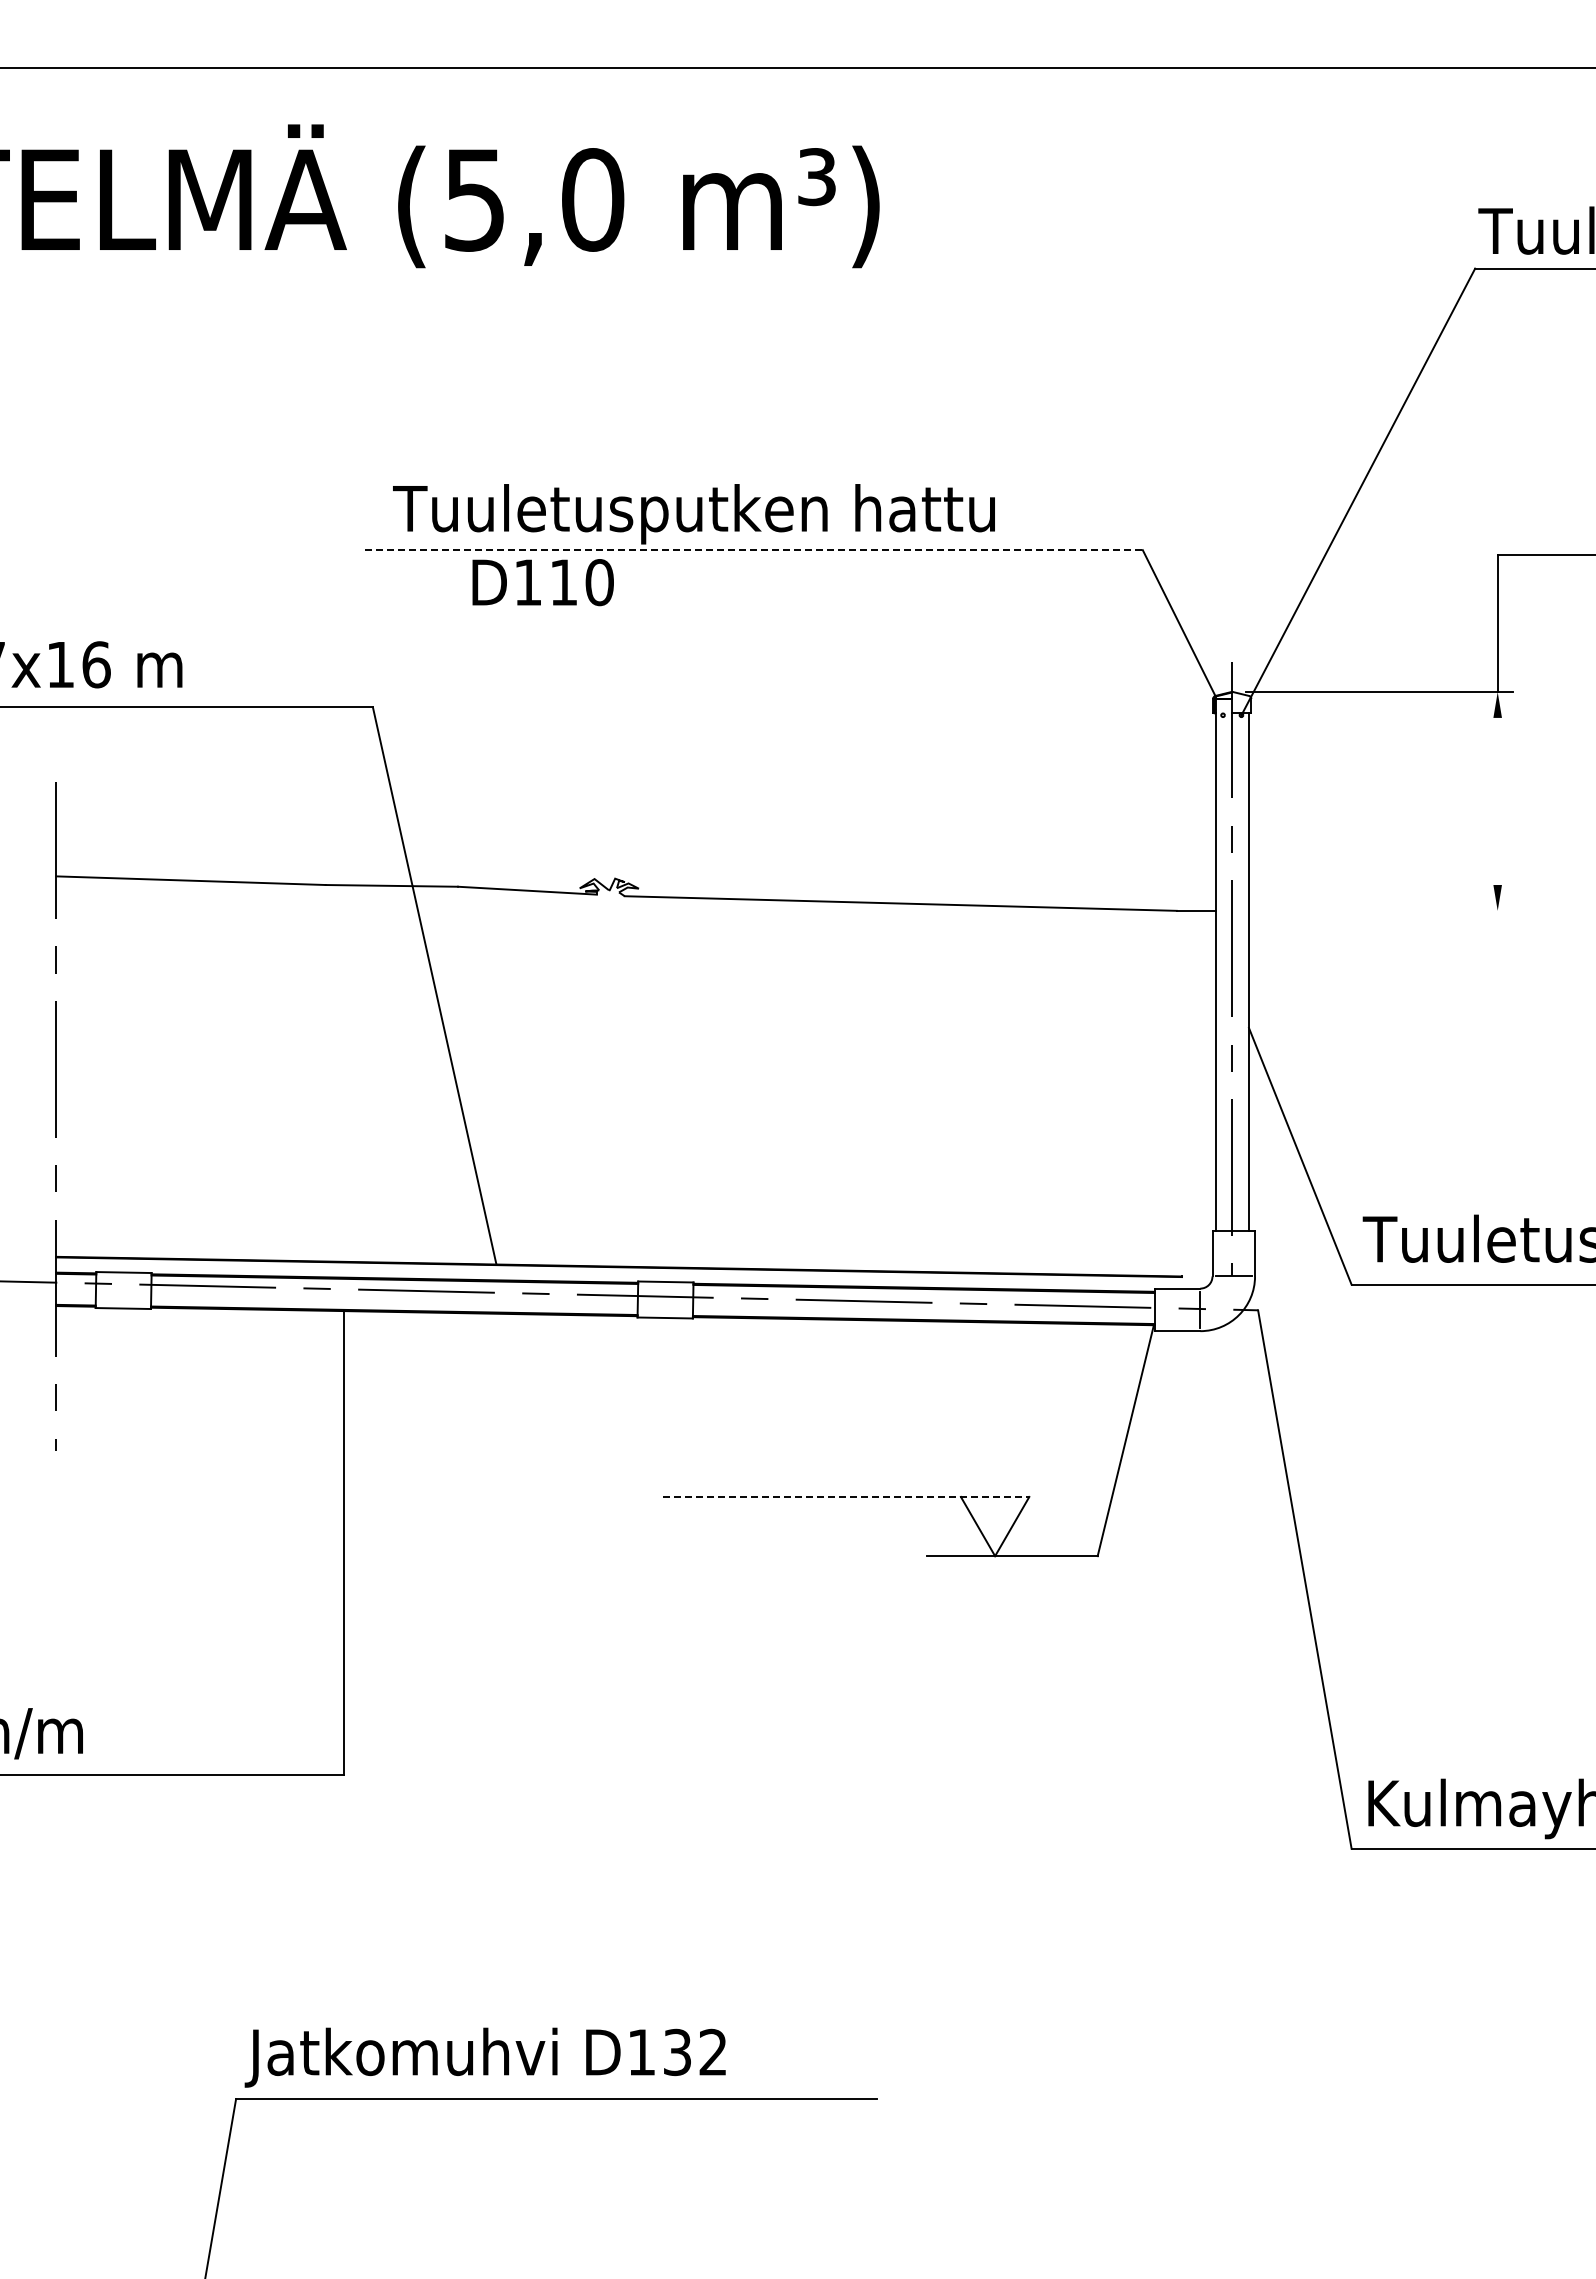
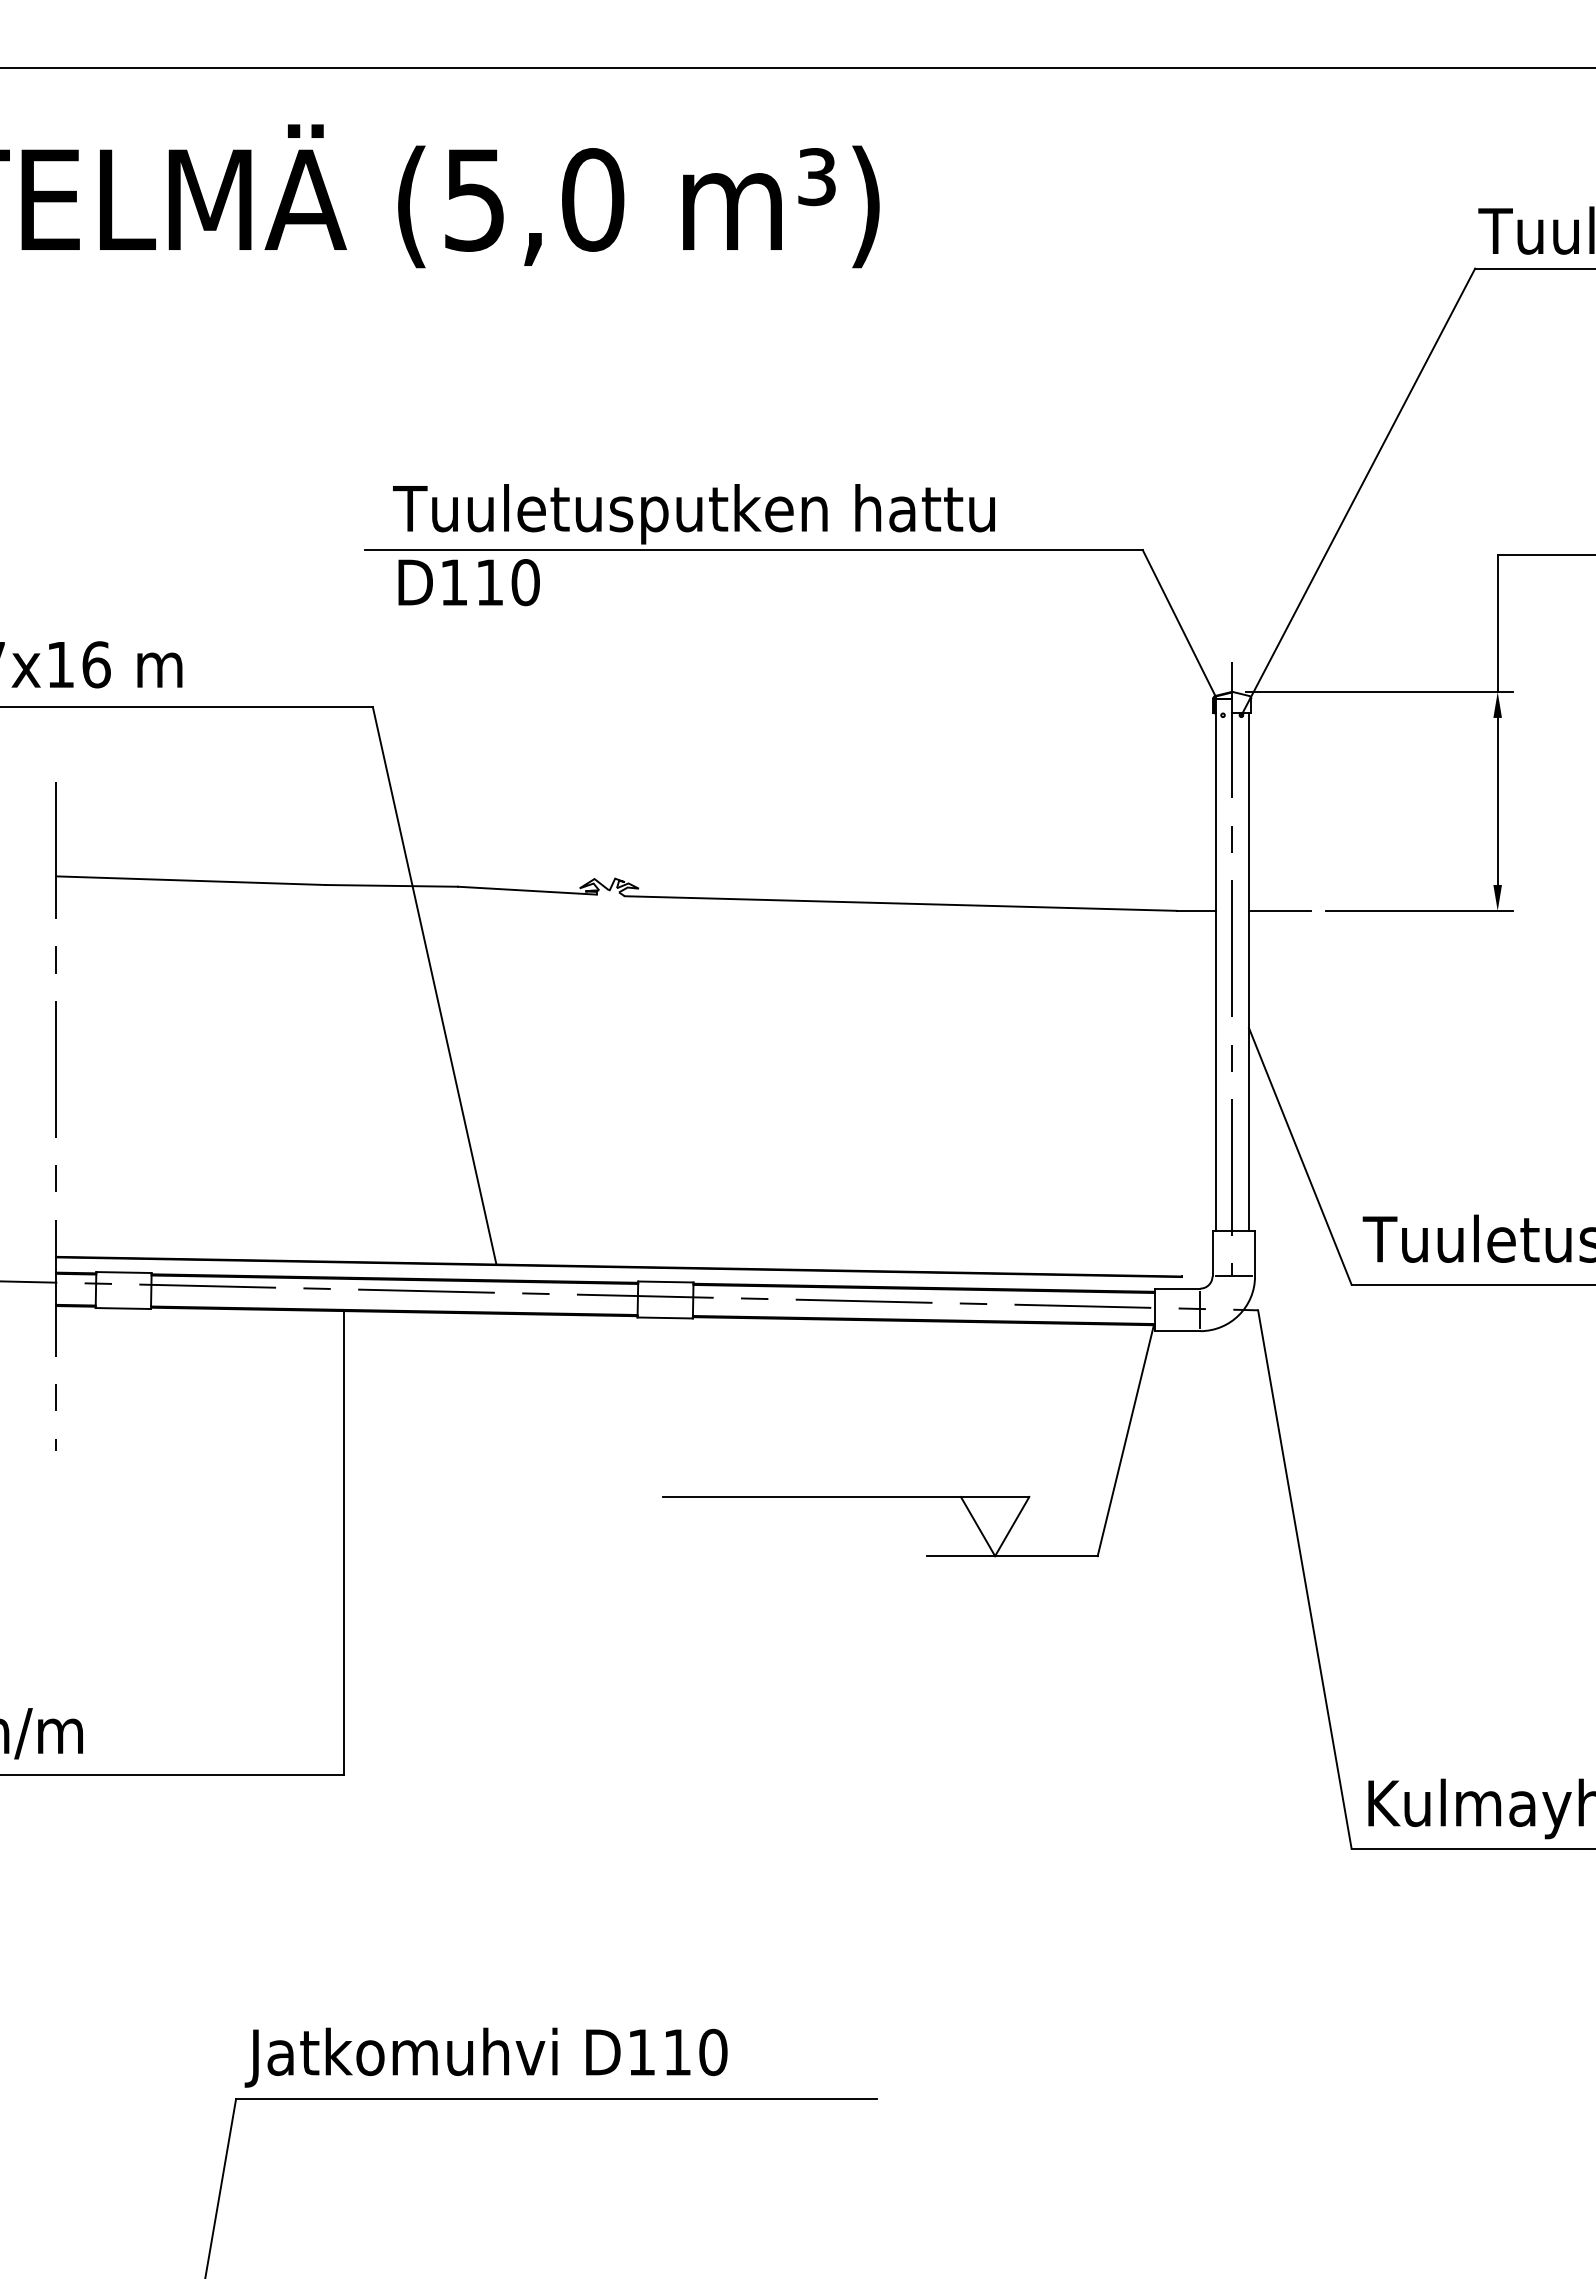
line at (753, 550): dashed -> solid
text at (542, 582) position: (542, 582) -> (468, 582)
line at (1497, 801): none -> present
line at (1279, 910): none -> present
line at (1419, 910): none -> present
line at (846, 1496): dashed -> solid
text at (695, 2052): D132 -> D110
